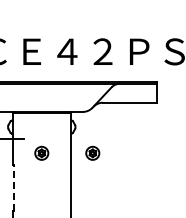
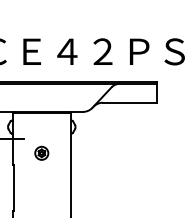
part at (92, 152): present -> none
line at (14, 188): dashed -> solid
